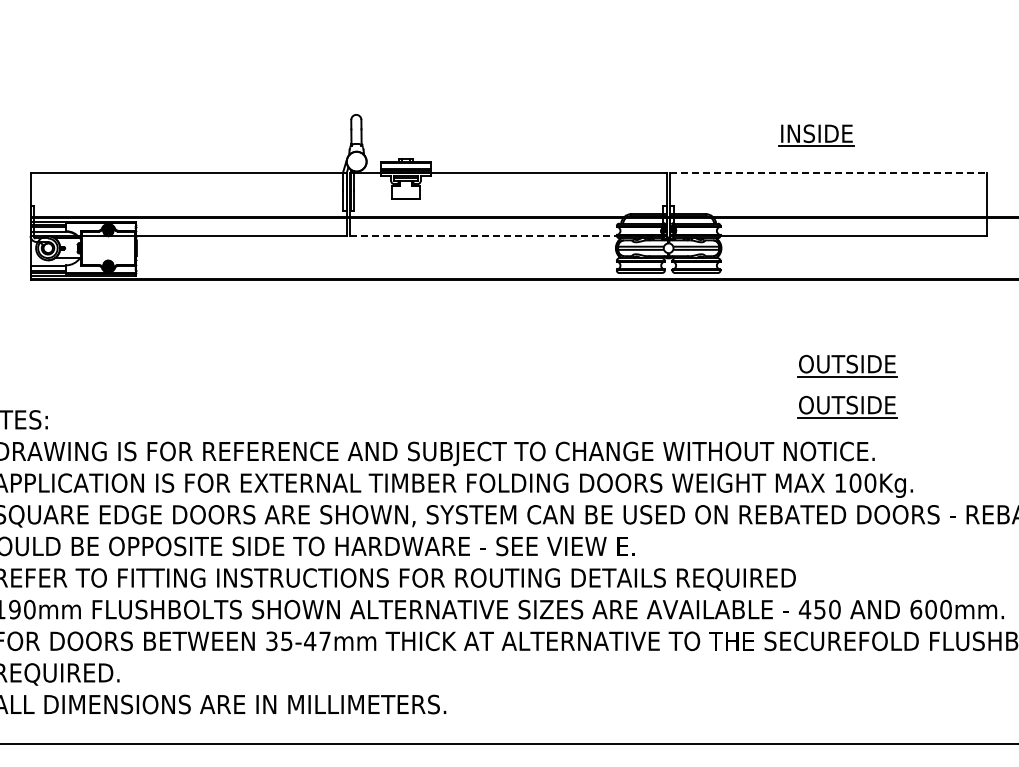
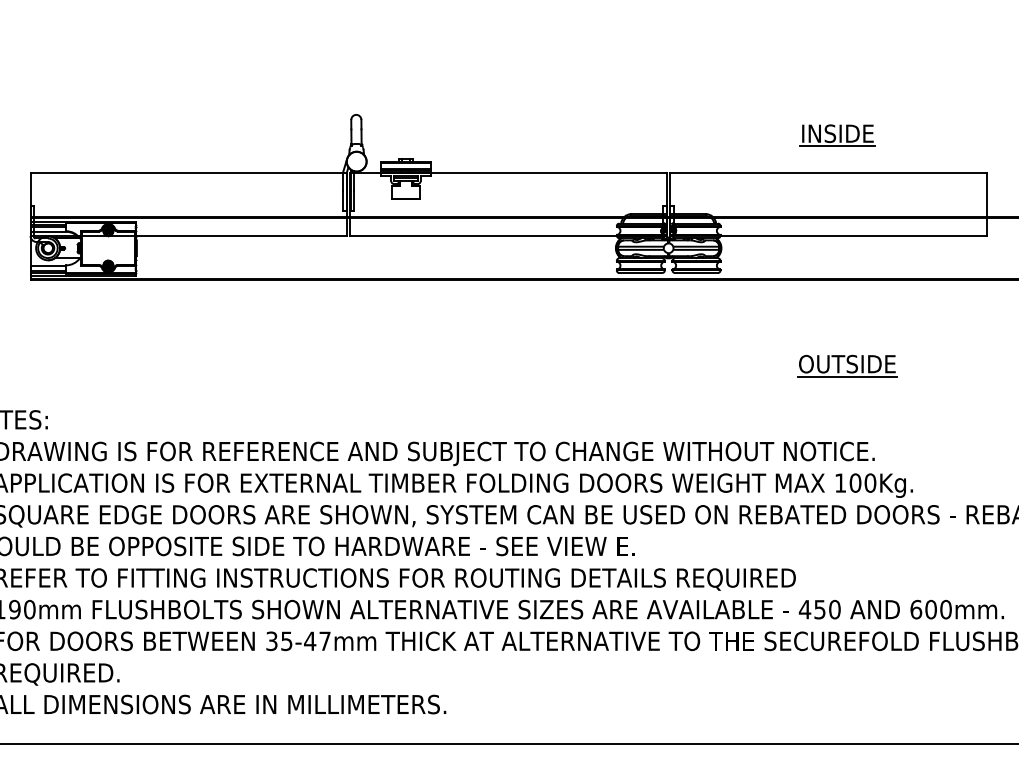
part at (816, 135) position: (816, 135) -> (837, 135)
line at (829, 172): dashed -> solid
line at (509, 235): dashed -> solid
part at (847, 406): present -> none
